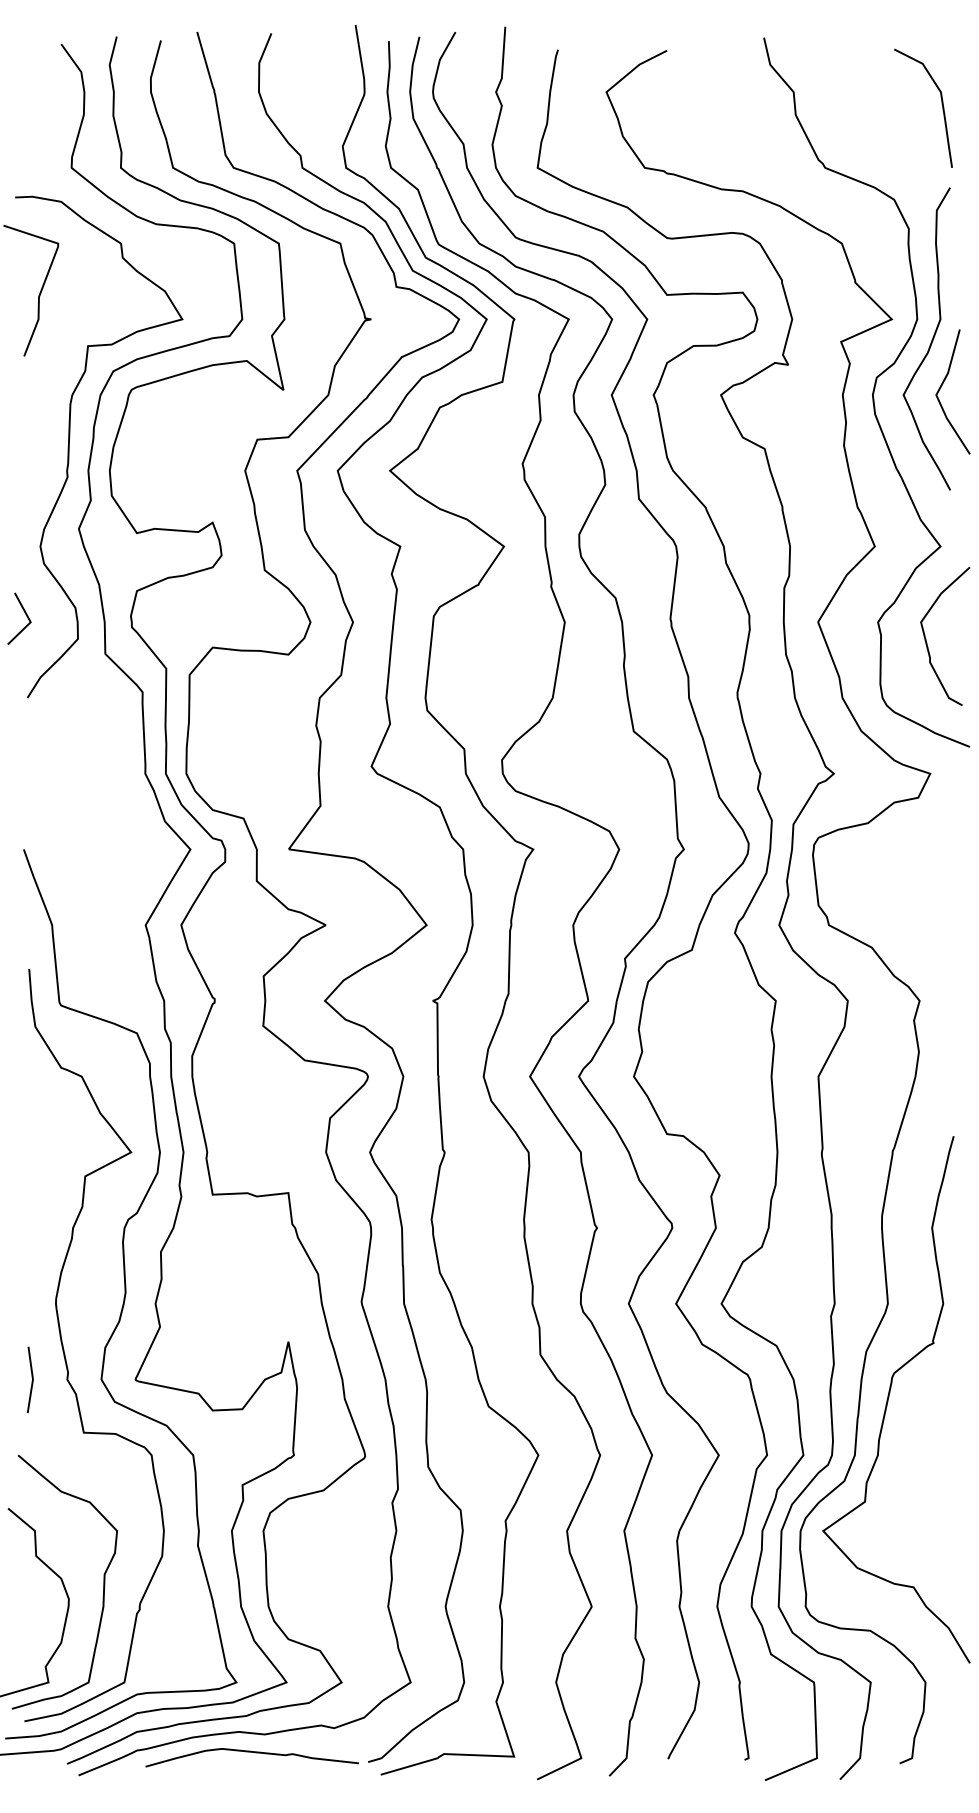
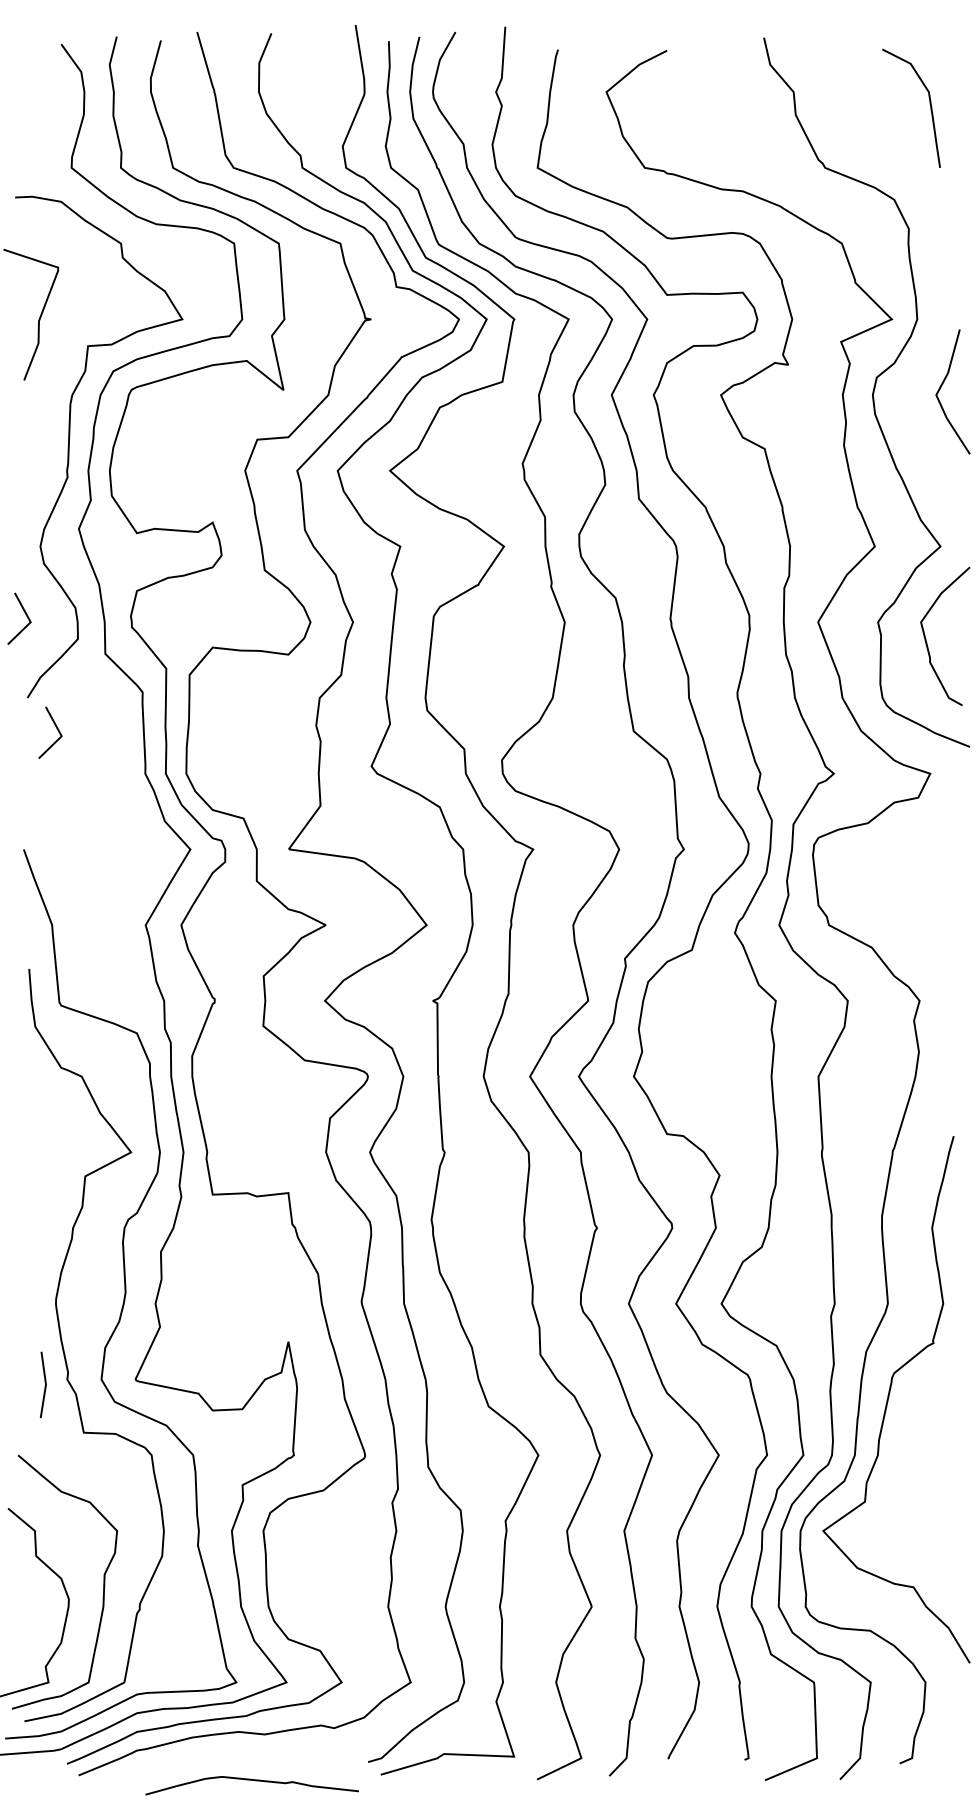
curve at (941, 104) position: (941, 104) -> (929, 104)
curve at (39, 292) position: (39, 292) -> (39, 316)
curve at (931, 339): present -> none
line at (55, 727): none -> present
line at (31, 1377) position: (31, 1377) -> (44, 1382)
curve at (251, 1752) position: (251, 1752) -> (251, 1780)
